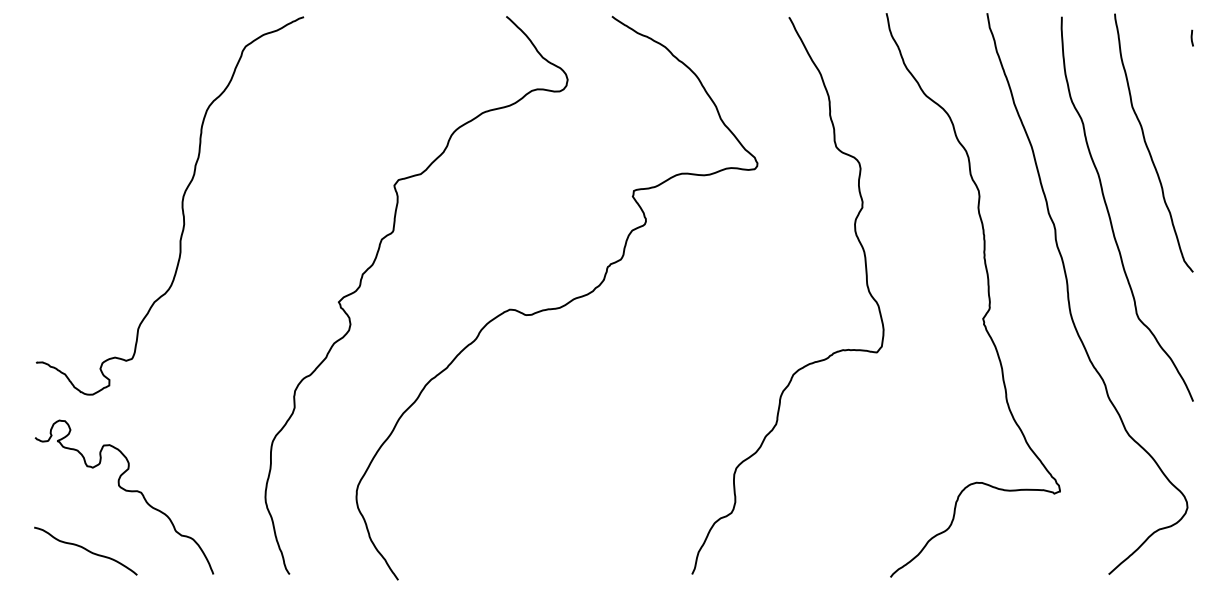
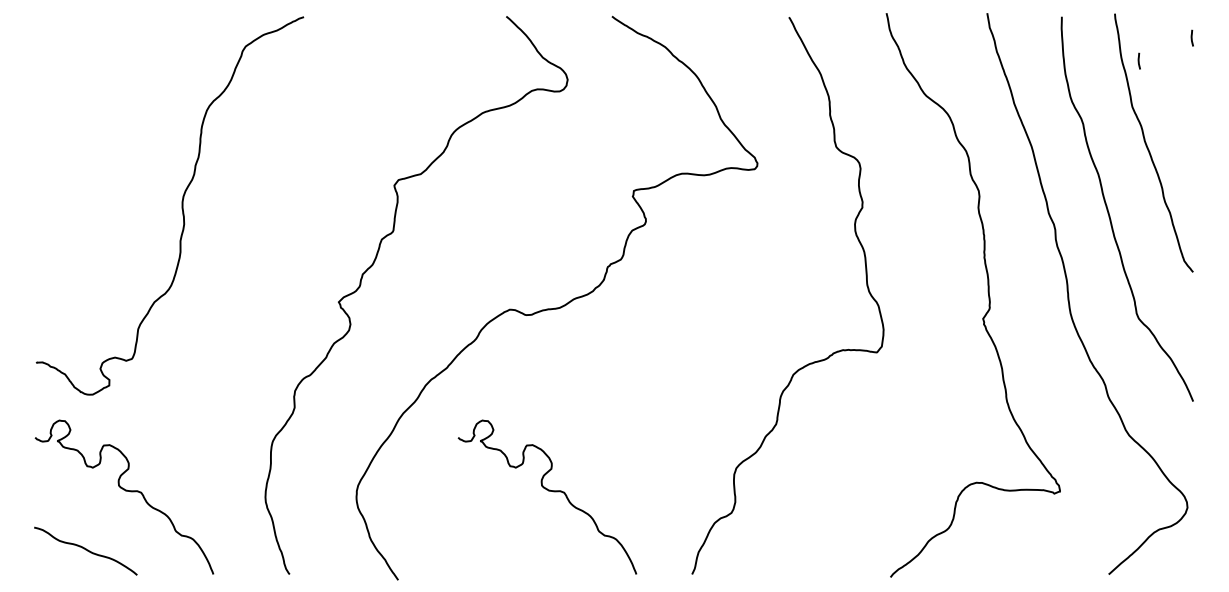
curve at (1138, 60): none -> present
curve at (548, 491): none -> present
